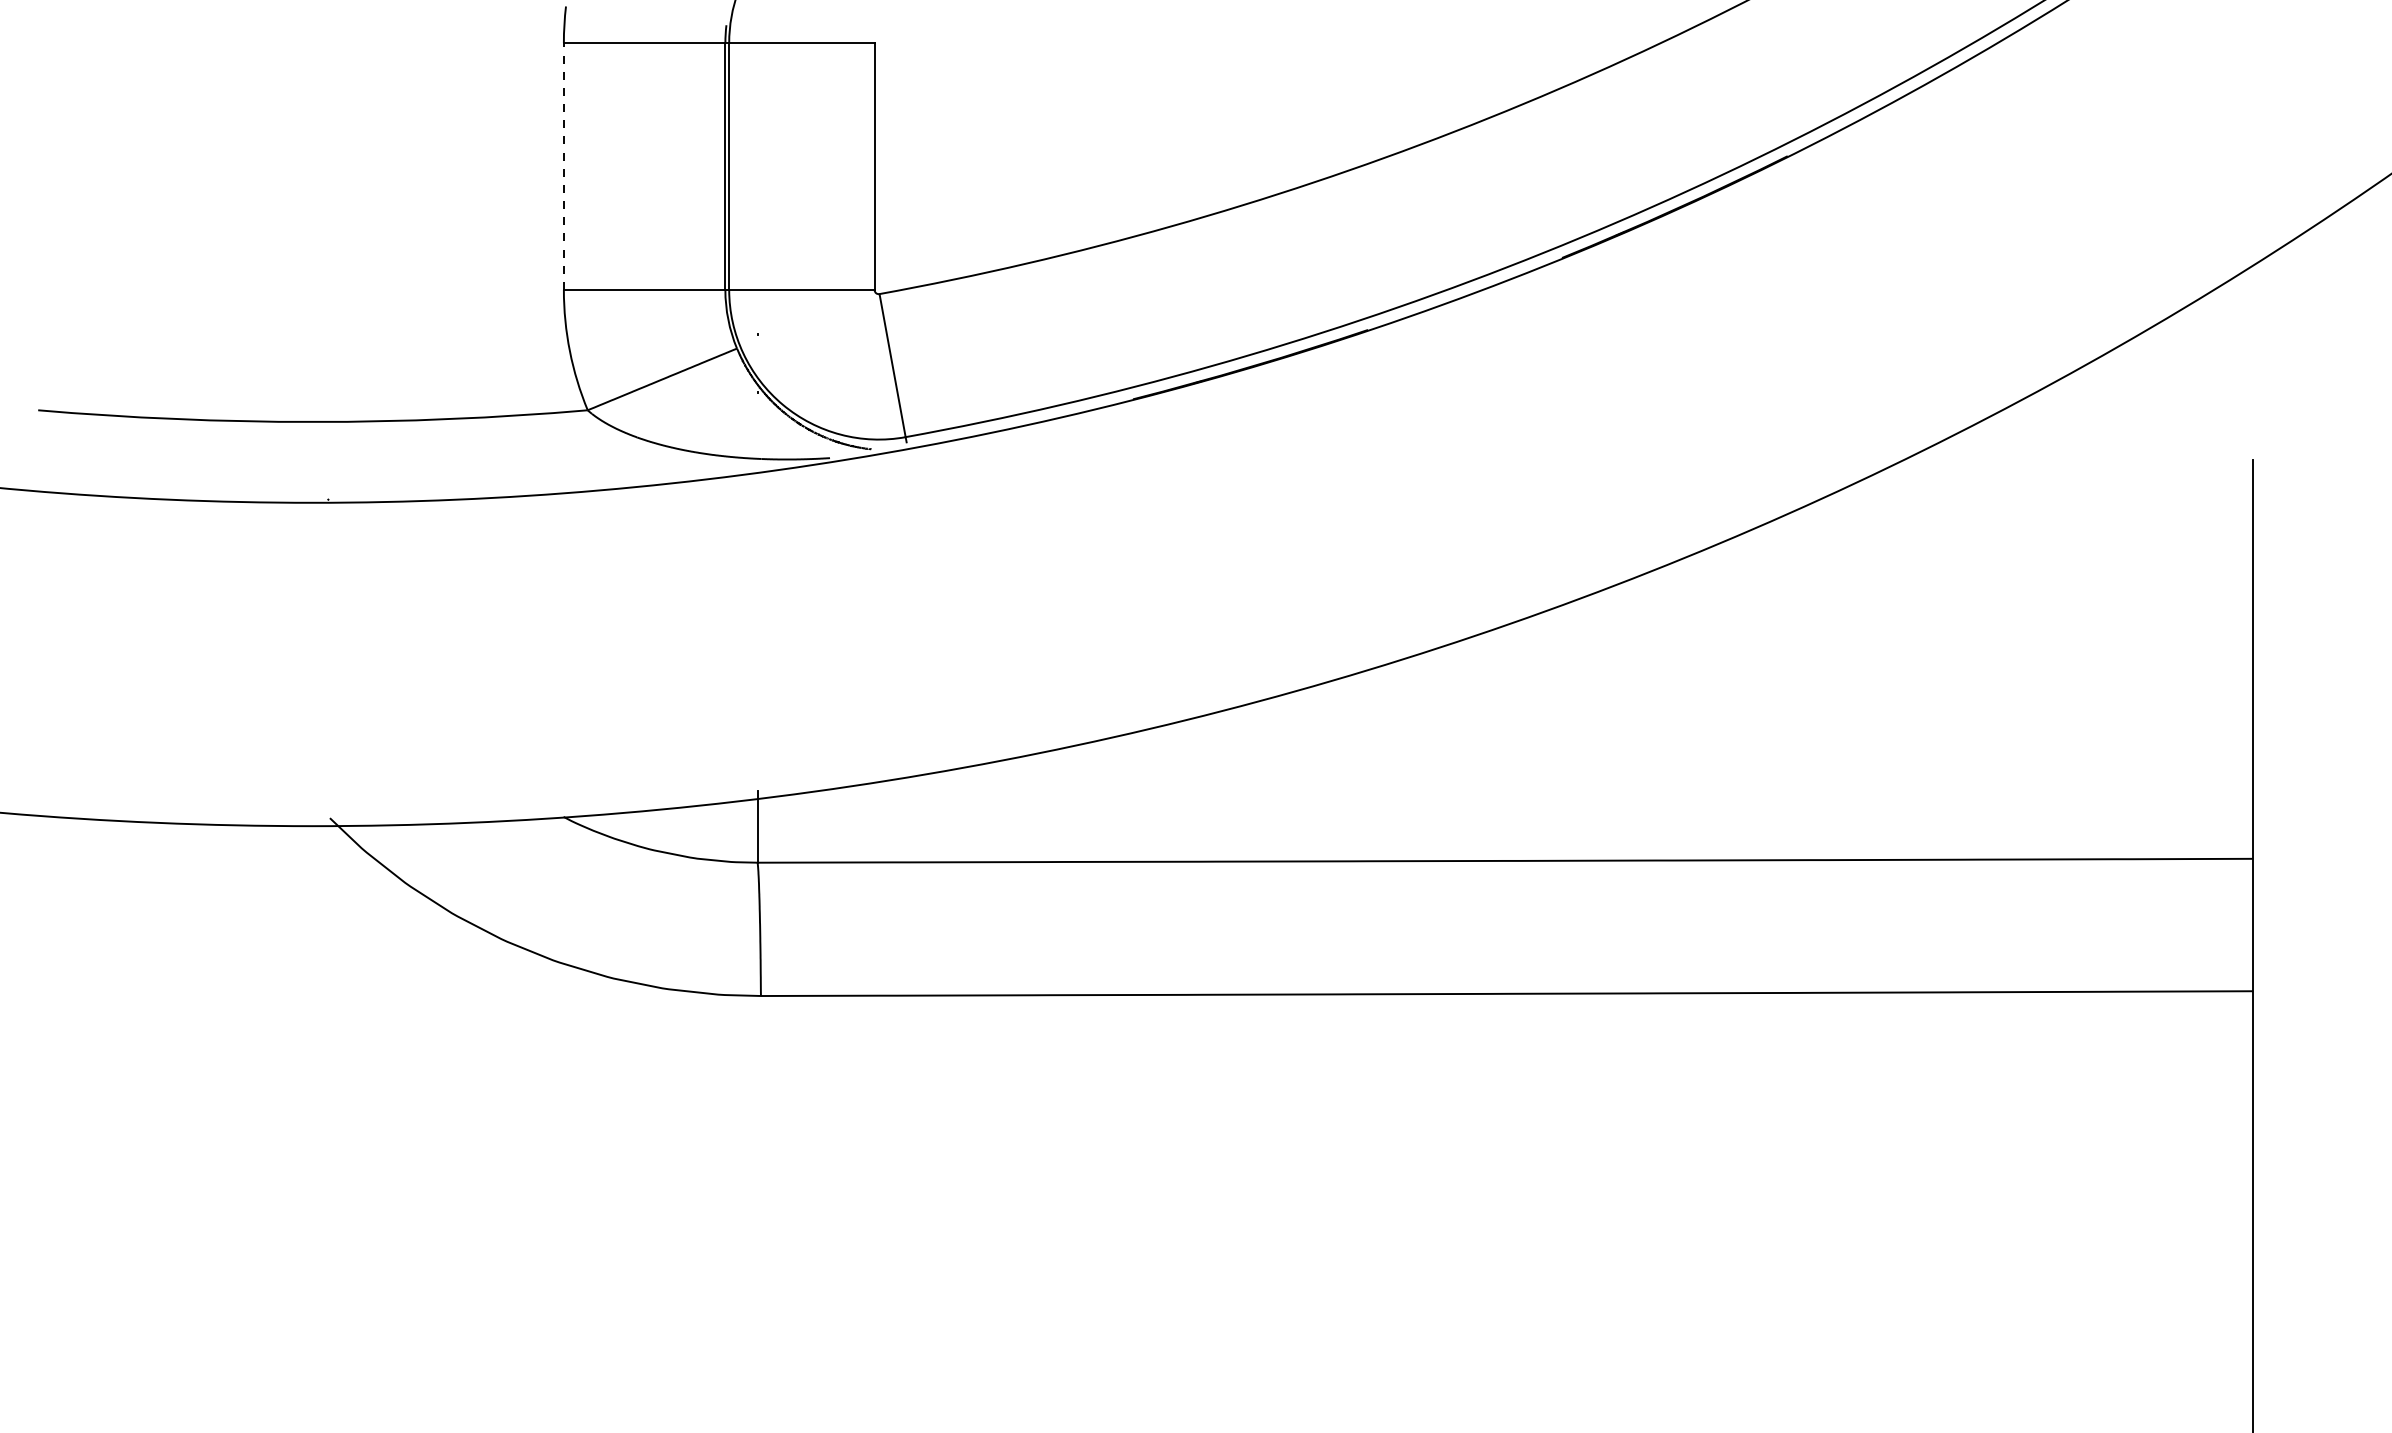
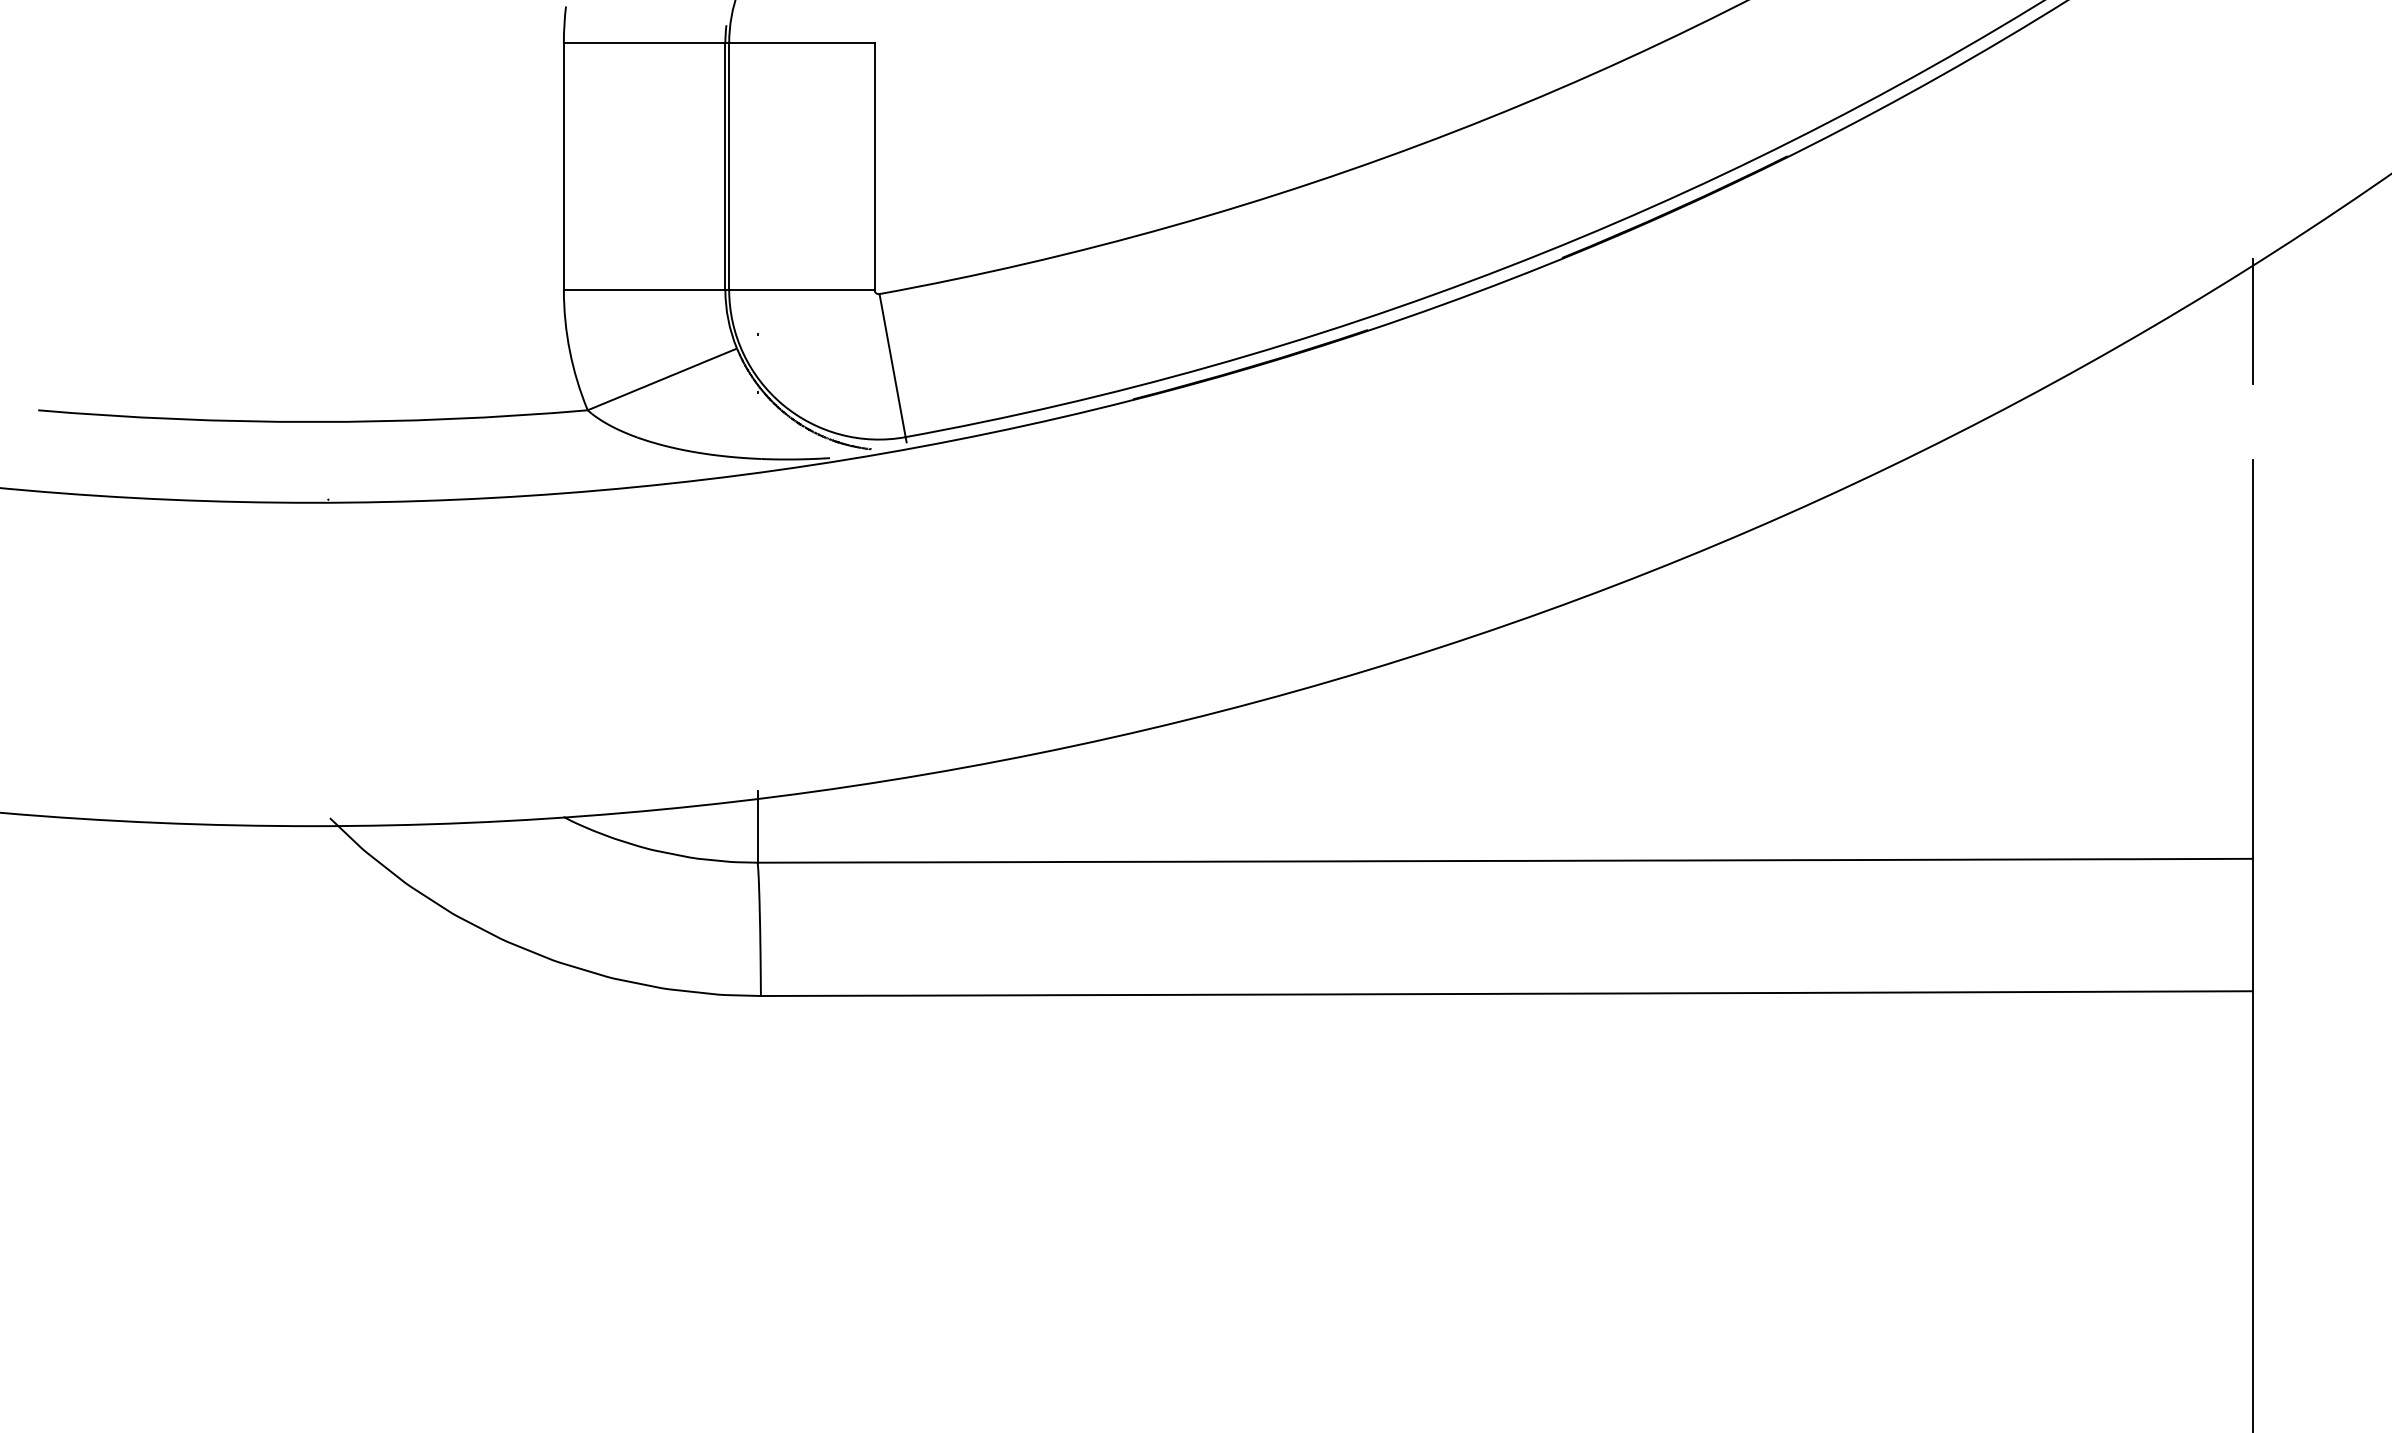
line at (563, 166): dashed -> solid
line at (2253, 320): none -> present
